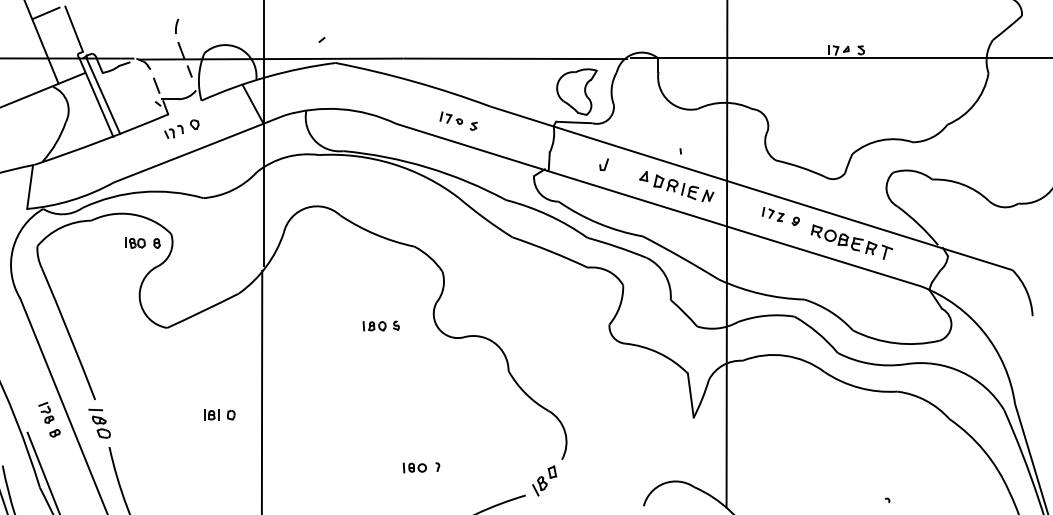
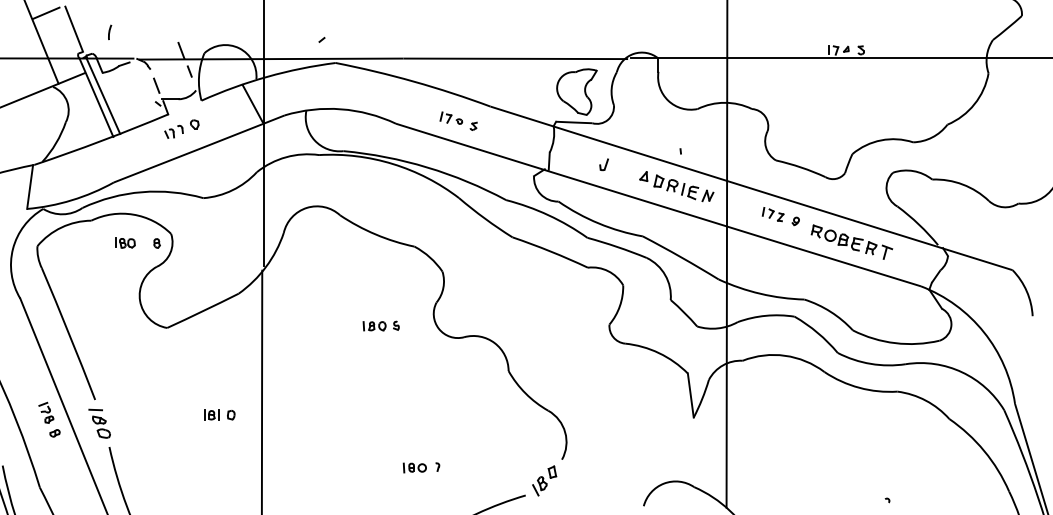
arc at (177, 26) position: (177, 26) -> (110, 32)
part at (135, 242) position: (135, 242) -> (125, 242)
line at (42, 471): present -> none
